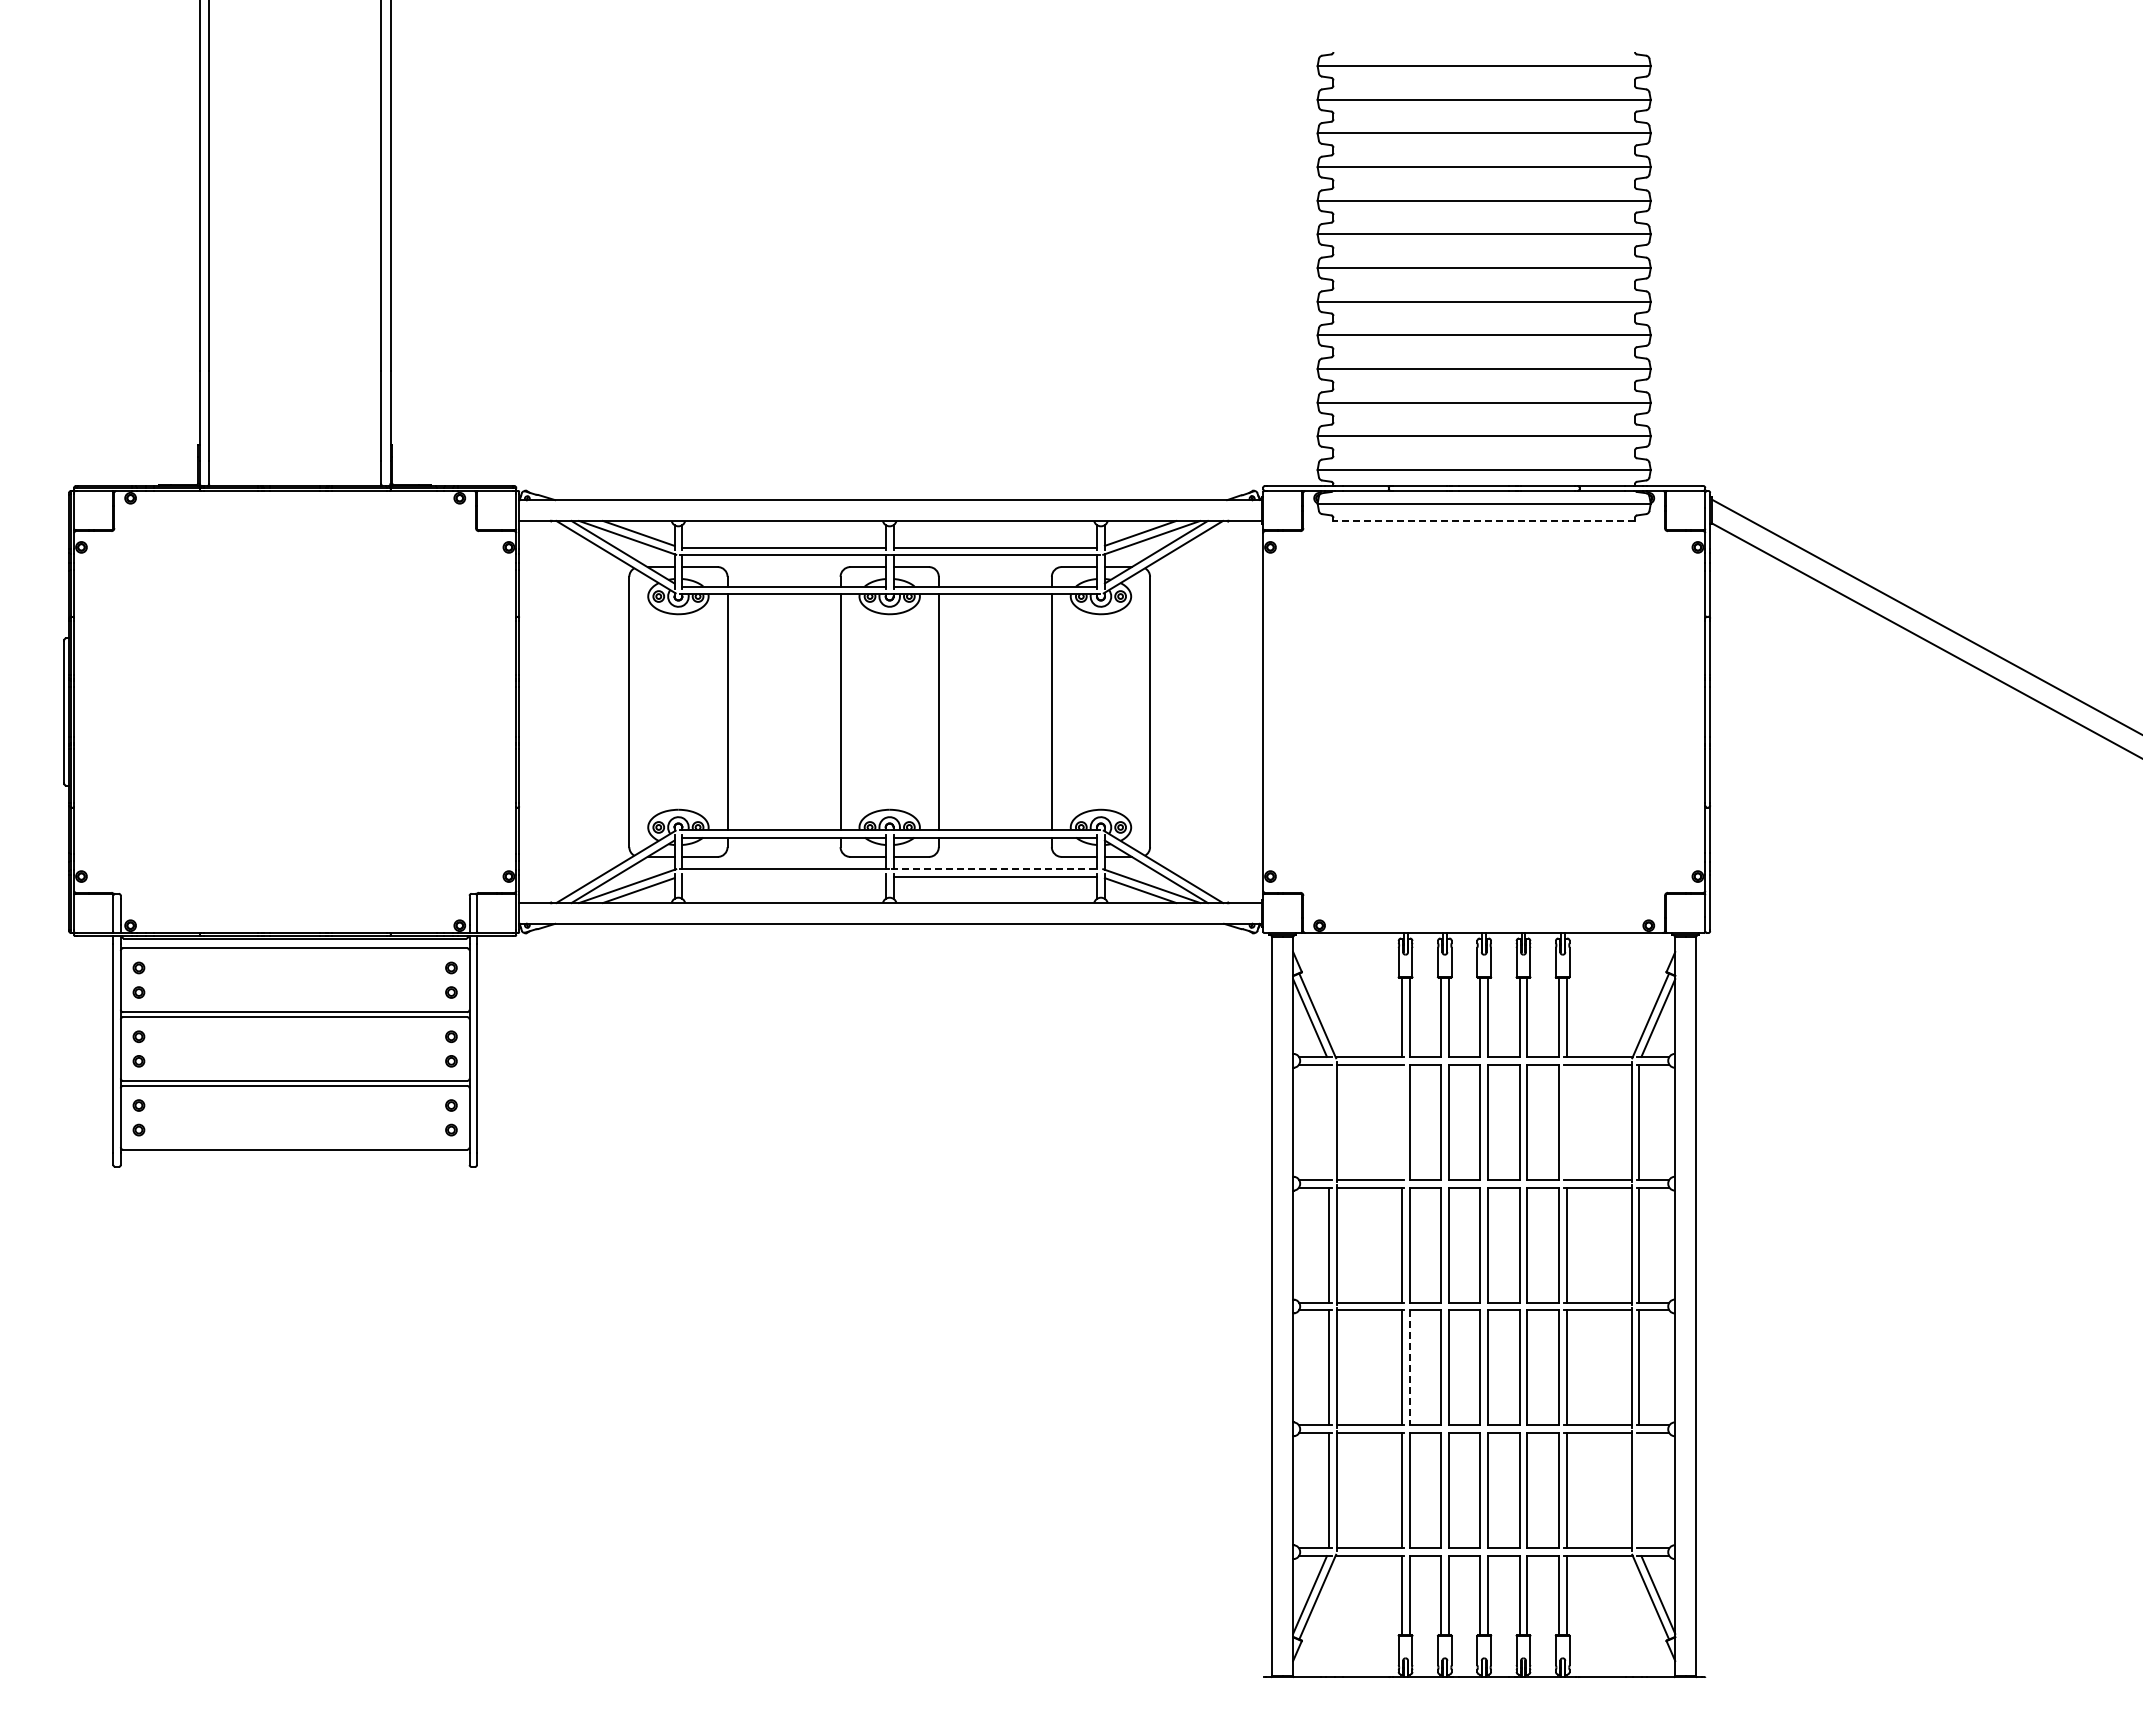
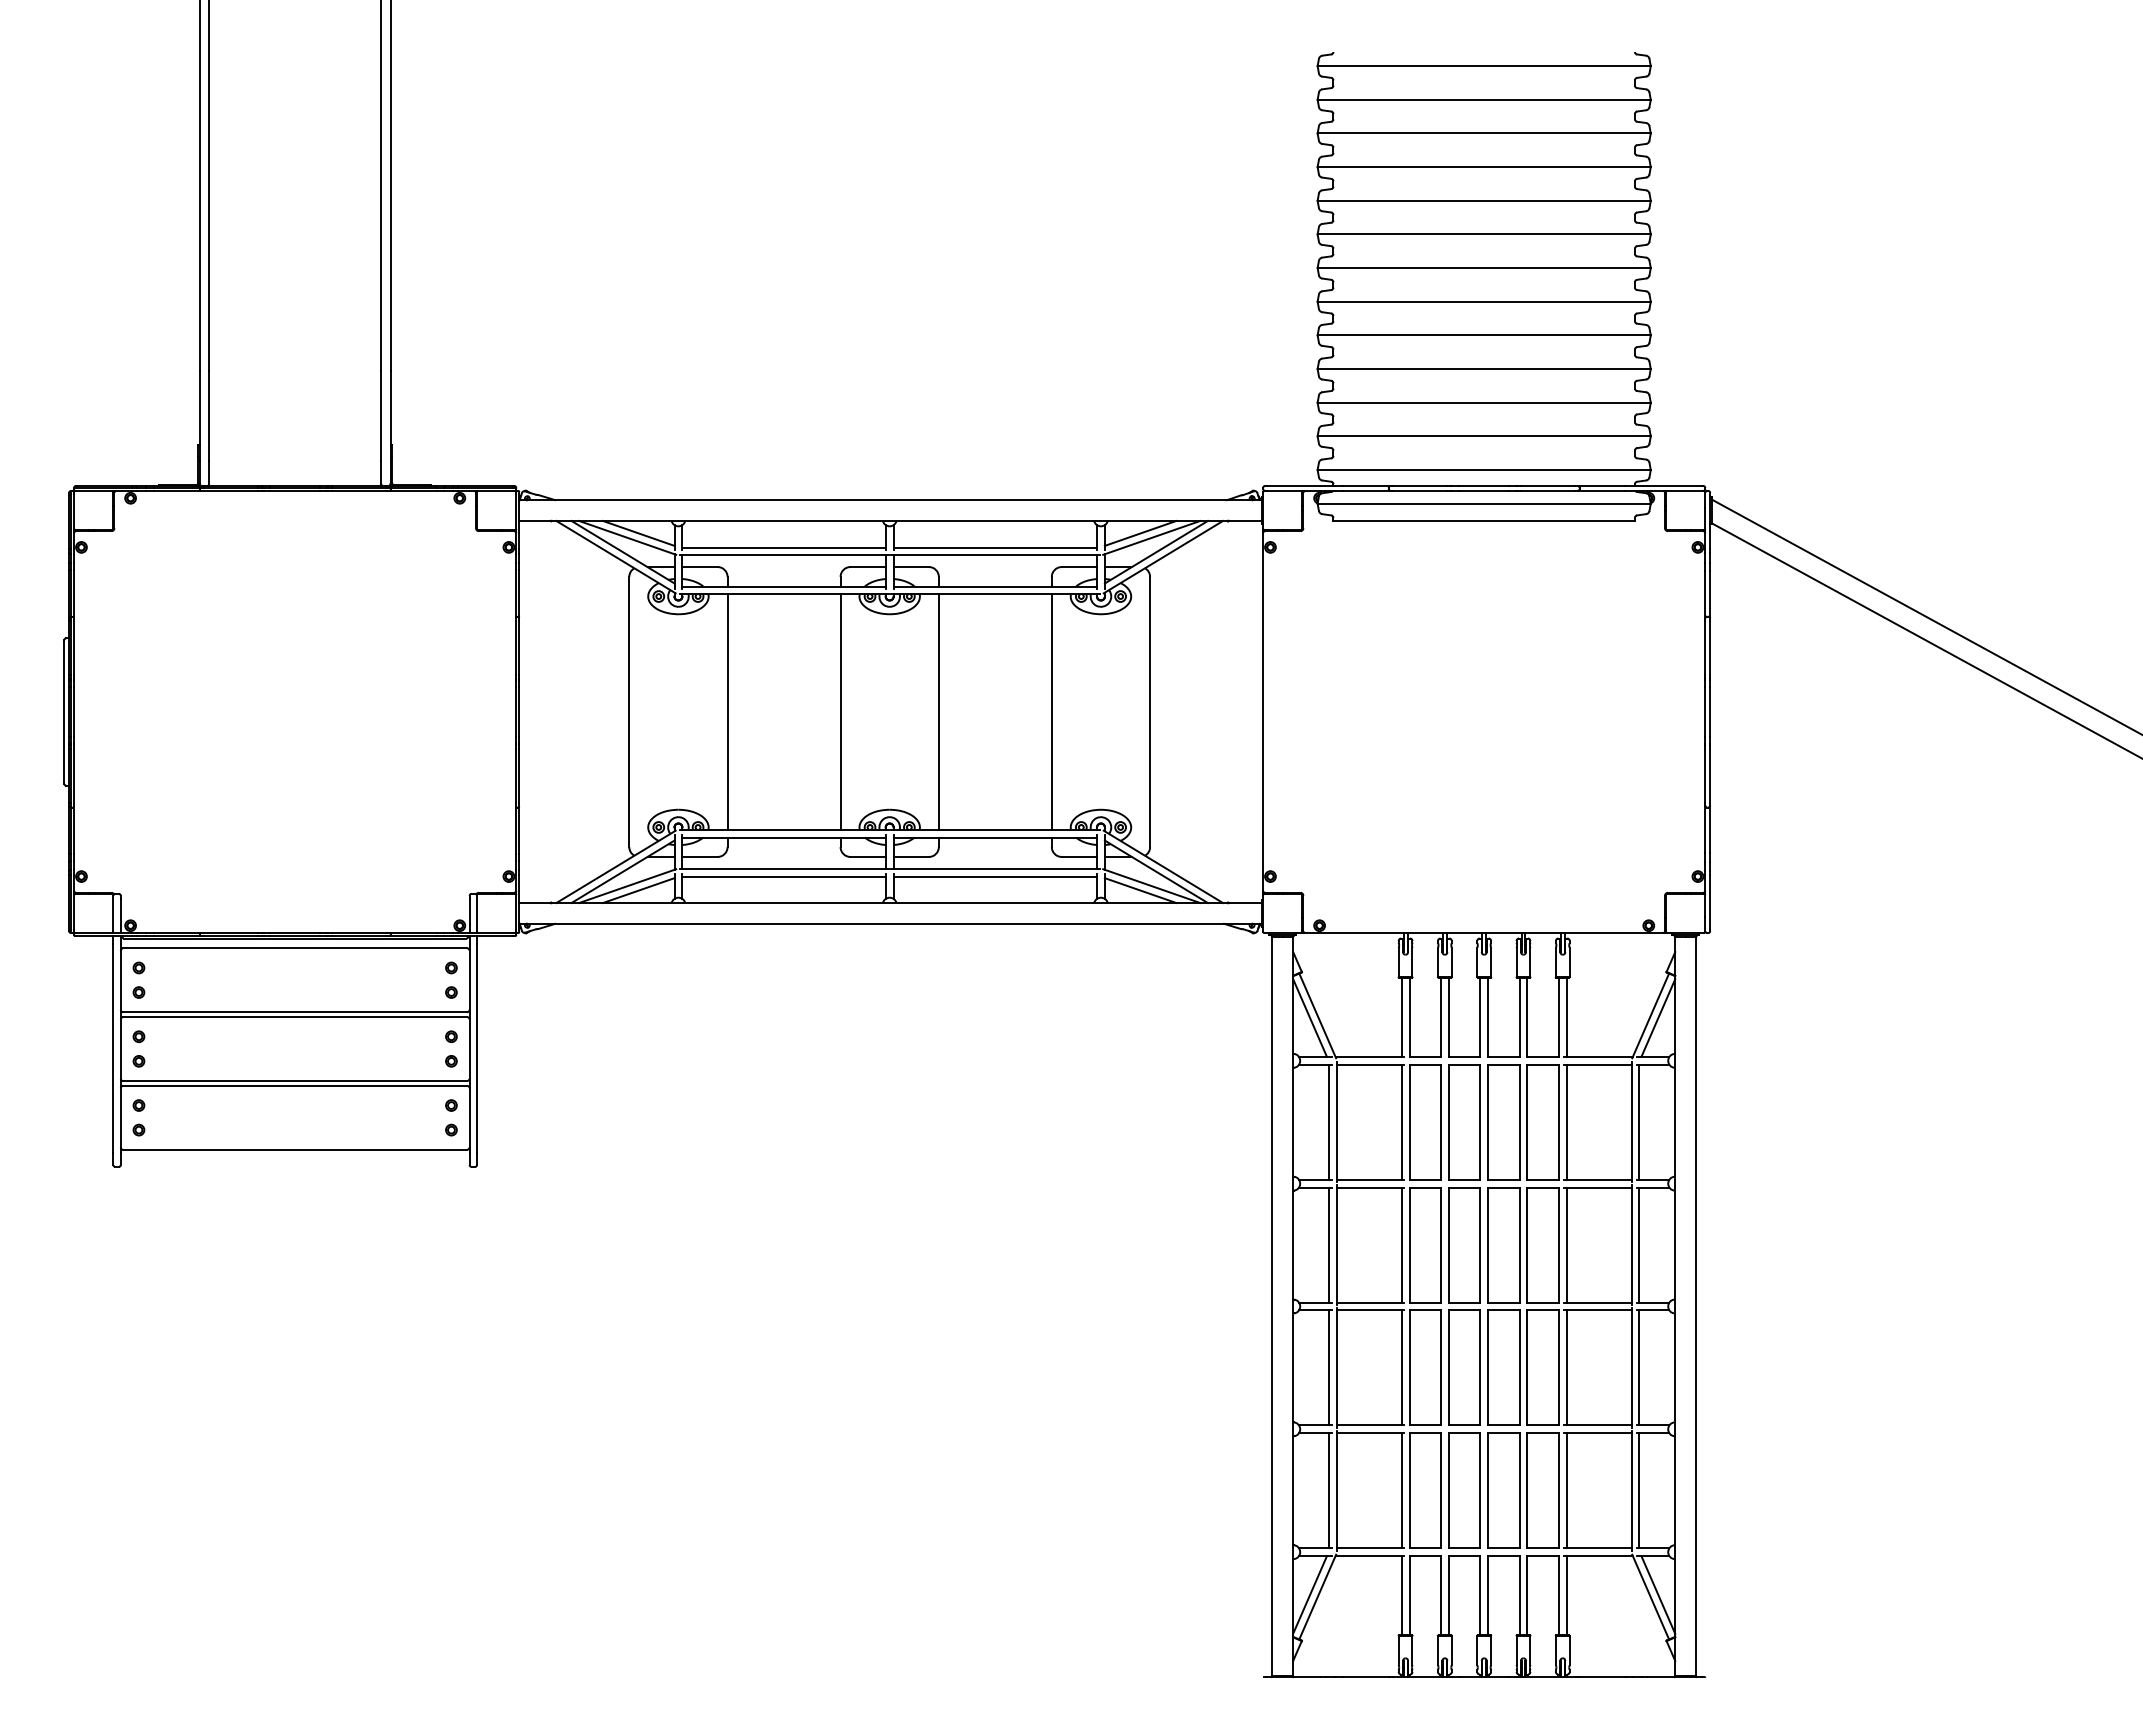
line at (1484, 520): dashed -> solid
line at (995, 868): dashed -> solid
line at (783, 876): none -> present
line at (1329, 1121): none -> present
line at (1401, 1121): none -> present
line at (1566, 1121): none -> present
line at (1409, 1368): dashed -> solid
line at (1639, 1490): none -> present
